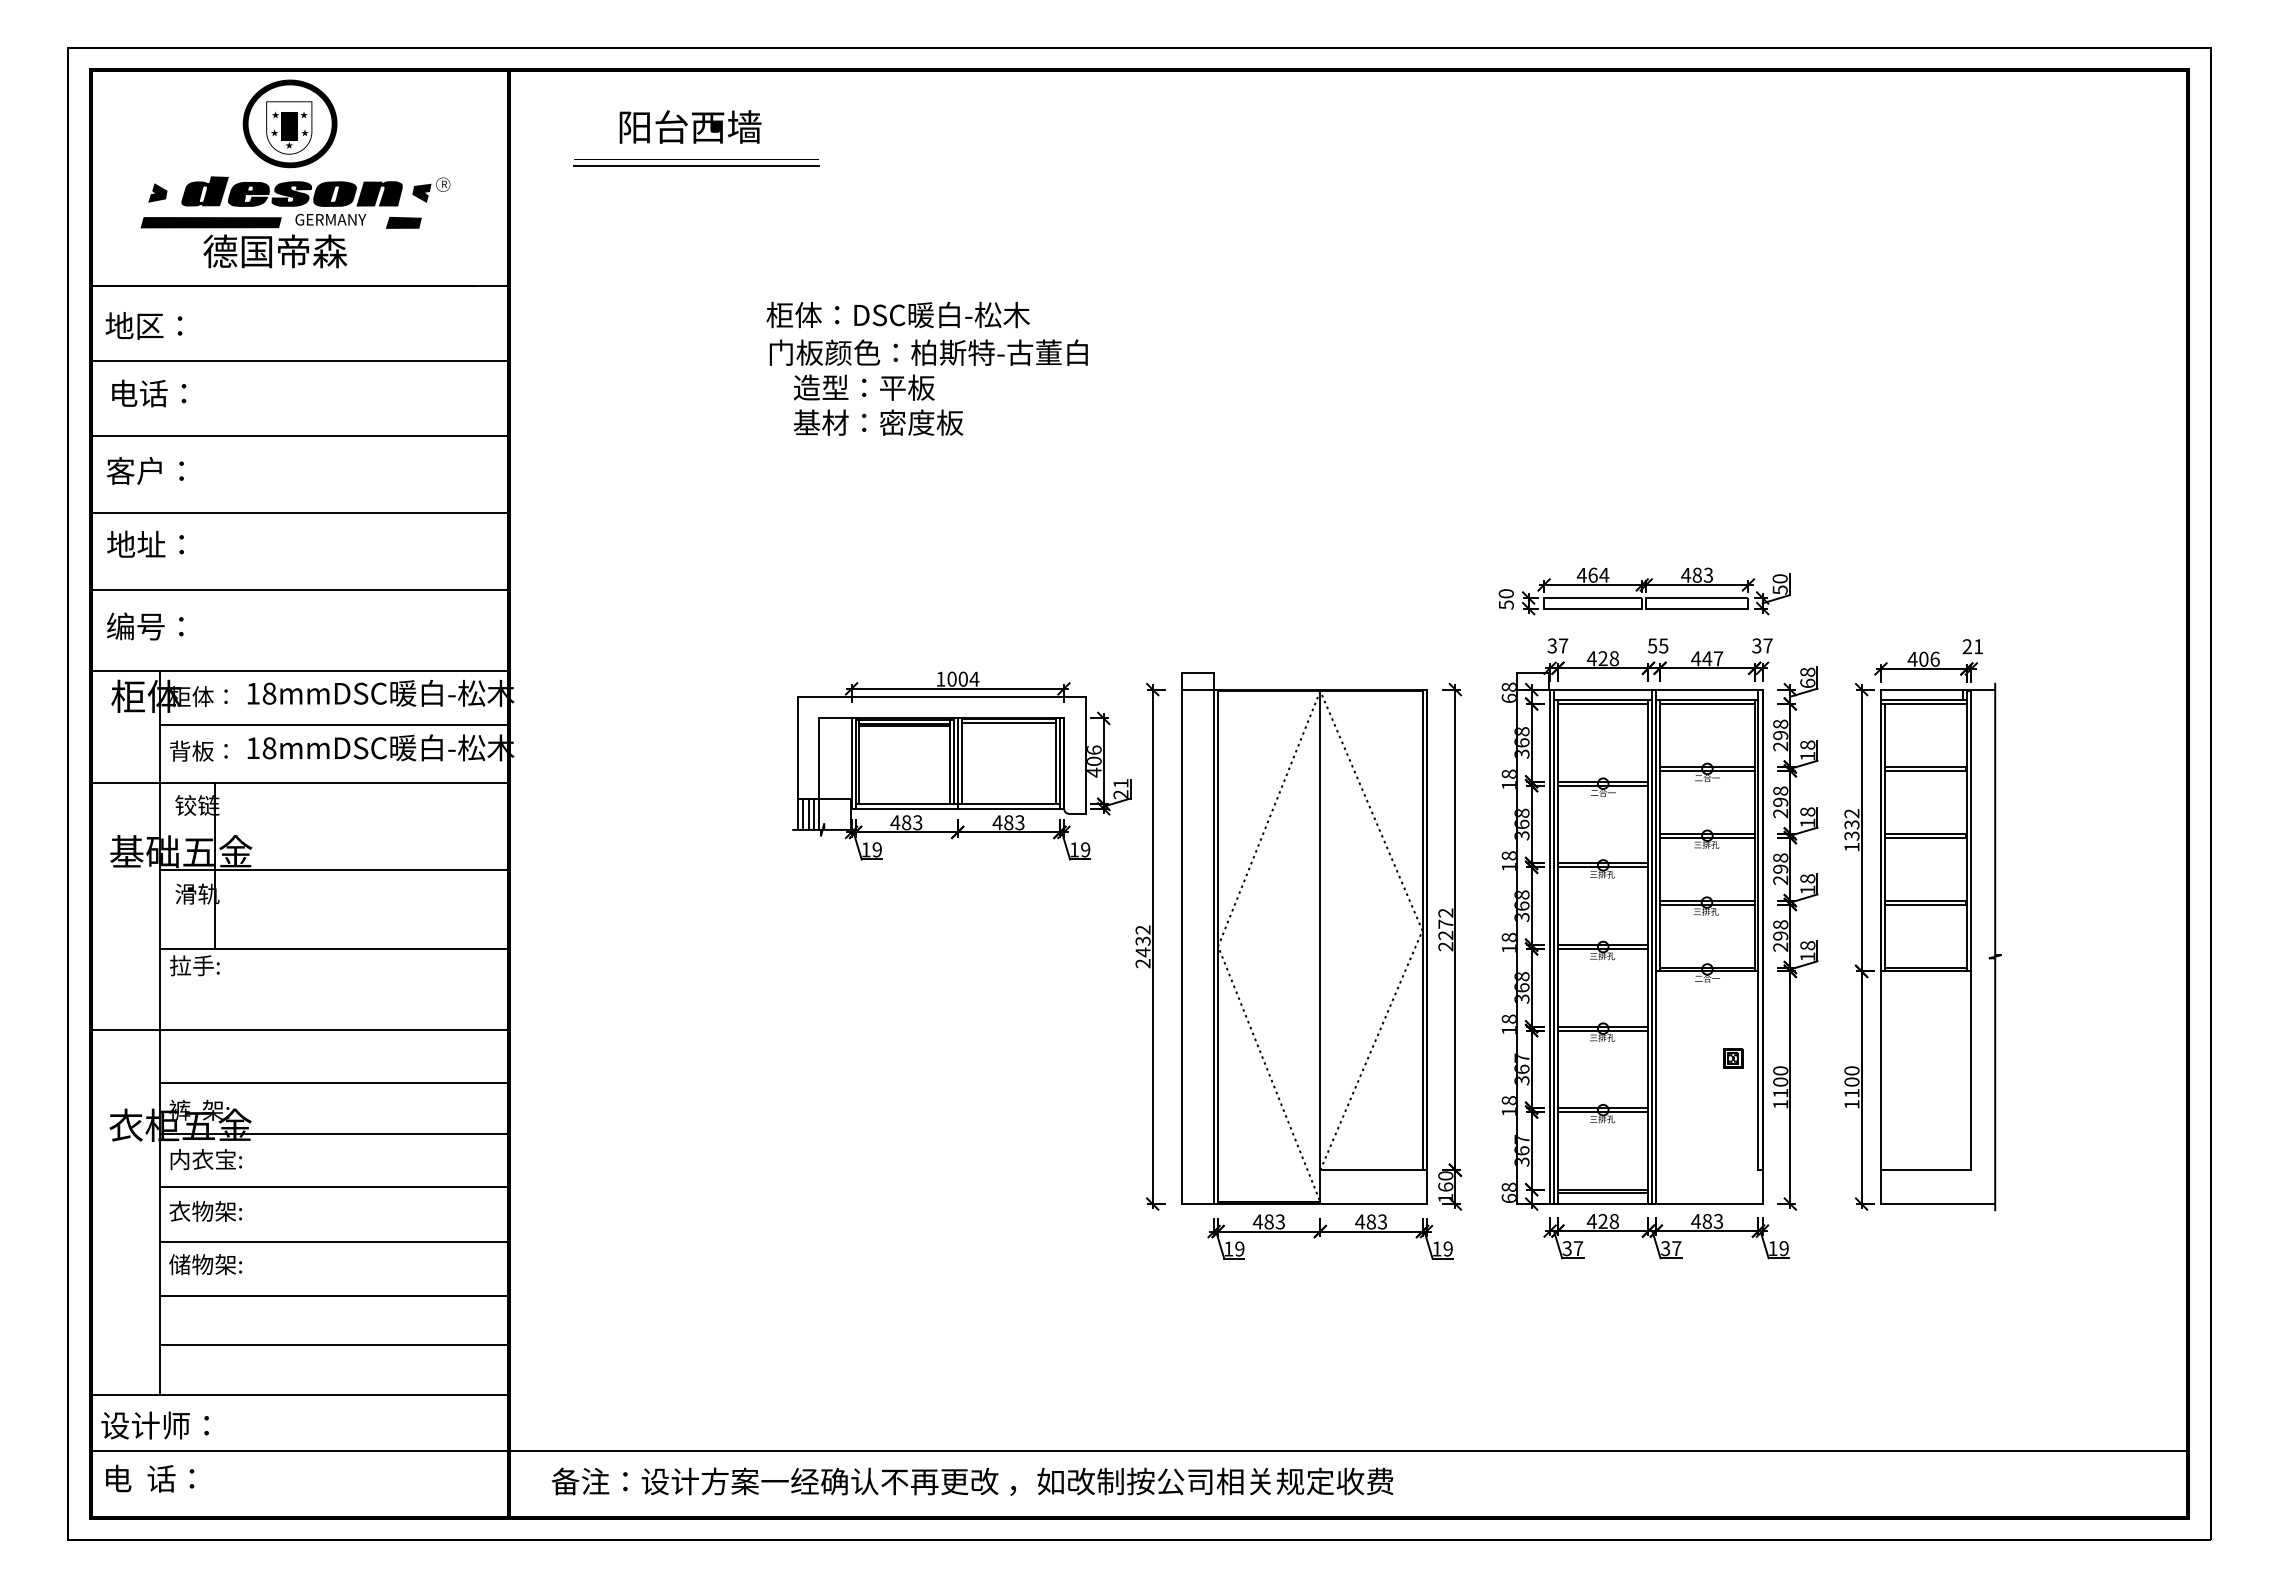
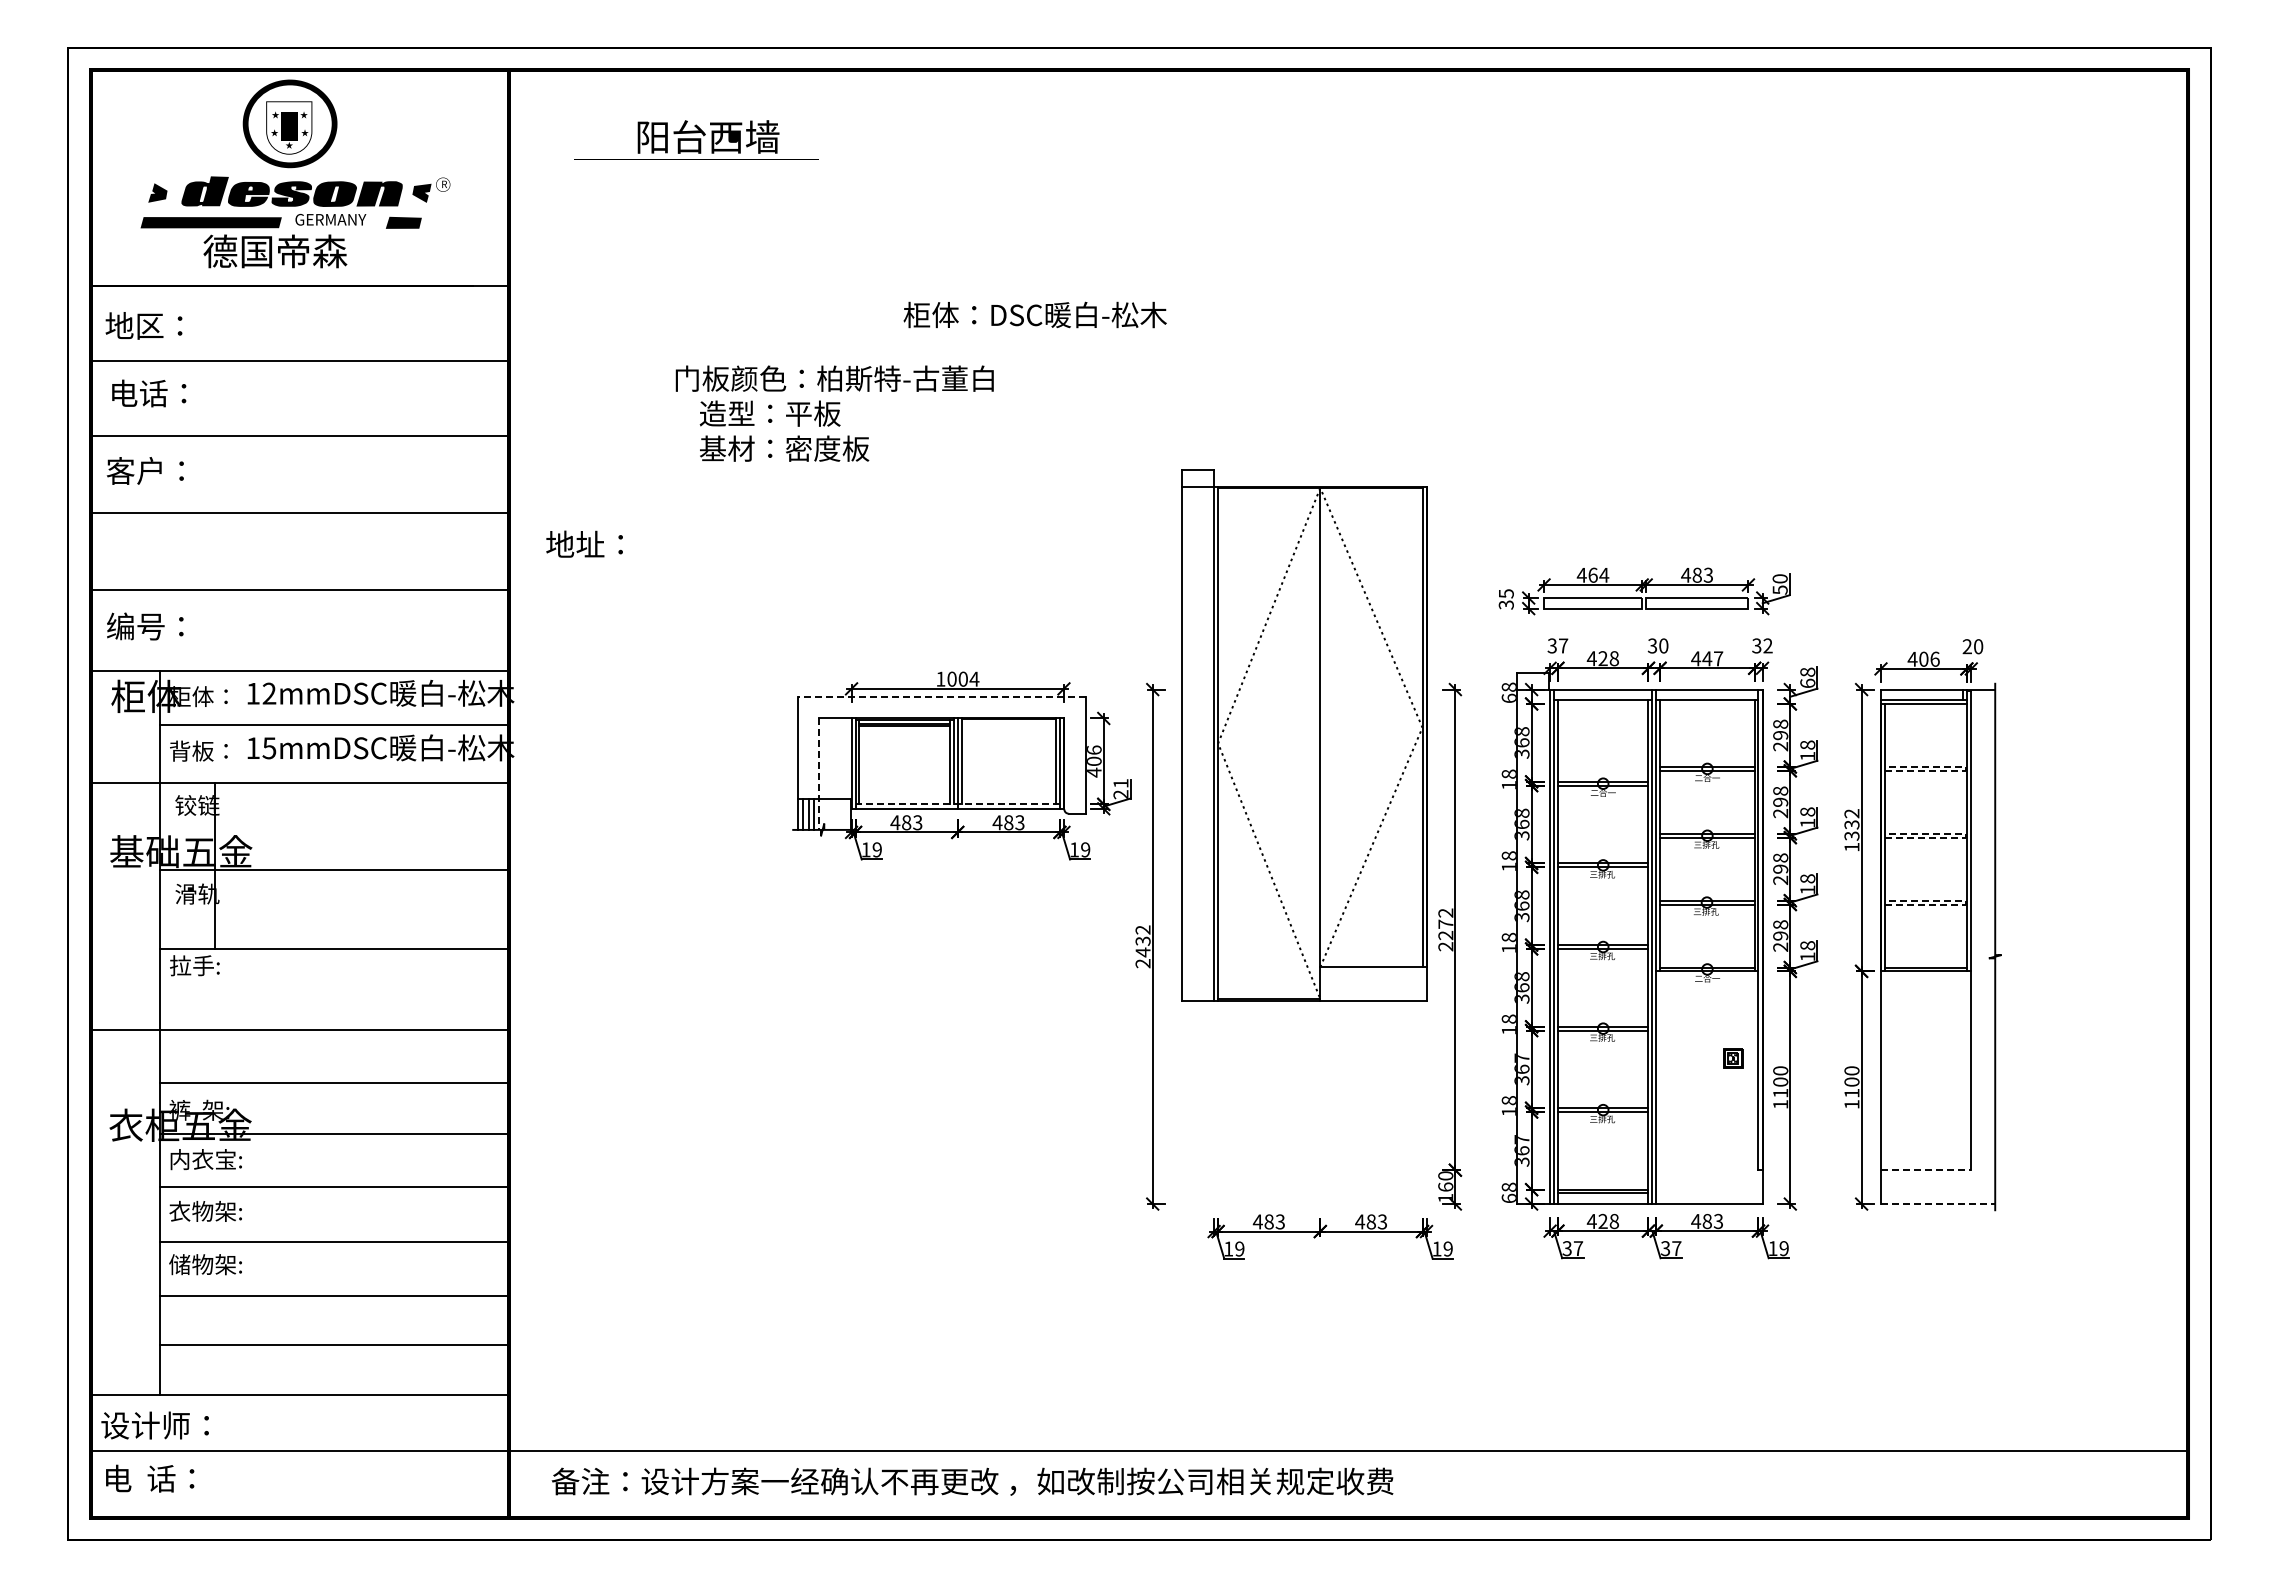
text at (690, 126) position: (690, 126) -> (708, 136)
line at (696, 166): present -> none
text at (897, 314) position: (897, 314) -> (1034, 314)
text at (928, 387) position: (928, 387) -> (834, 413)
text at (145, 543) position: (145, 543) -> (584, 543)
text at (1505, 599): 50 -> 35
text at (1658, 645): 55 -> 30
text at (1767, 645): 37 -> 32
text at (1978, 646): 21 -> 20
text at (269, 693): 18mmDSC -> 12mmDSC
line at (941, 697): solid -> dashed
line at (1602, 703): present -> none
line at (1707, 703): present -> none
line at (1008, 722): present -> none
text at (269, 748): 18mmDSC -> 15mmDSC
line at (1965, 768): solid -> dashed
line at (819, 774): solid -> dashed
line at (957, 804): solid -> dashed
line at (1965, 835): solid -> dashed
line at (1965, 902): solid -> dashed
part at (1304, 938) position: (1304, 938) -> (1304, 735)
line at (1926, 1170): solid -> dashed
line at (1938, 1204): solid -> dashed
